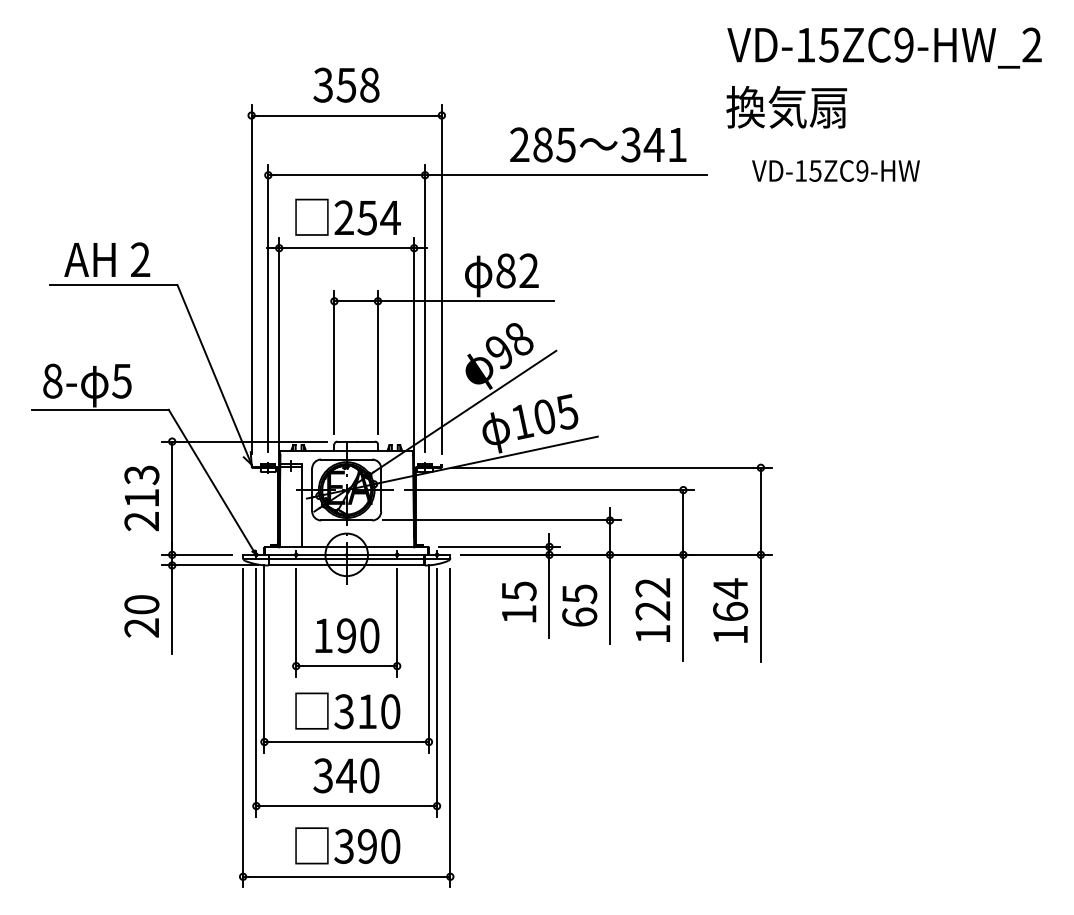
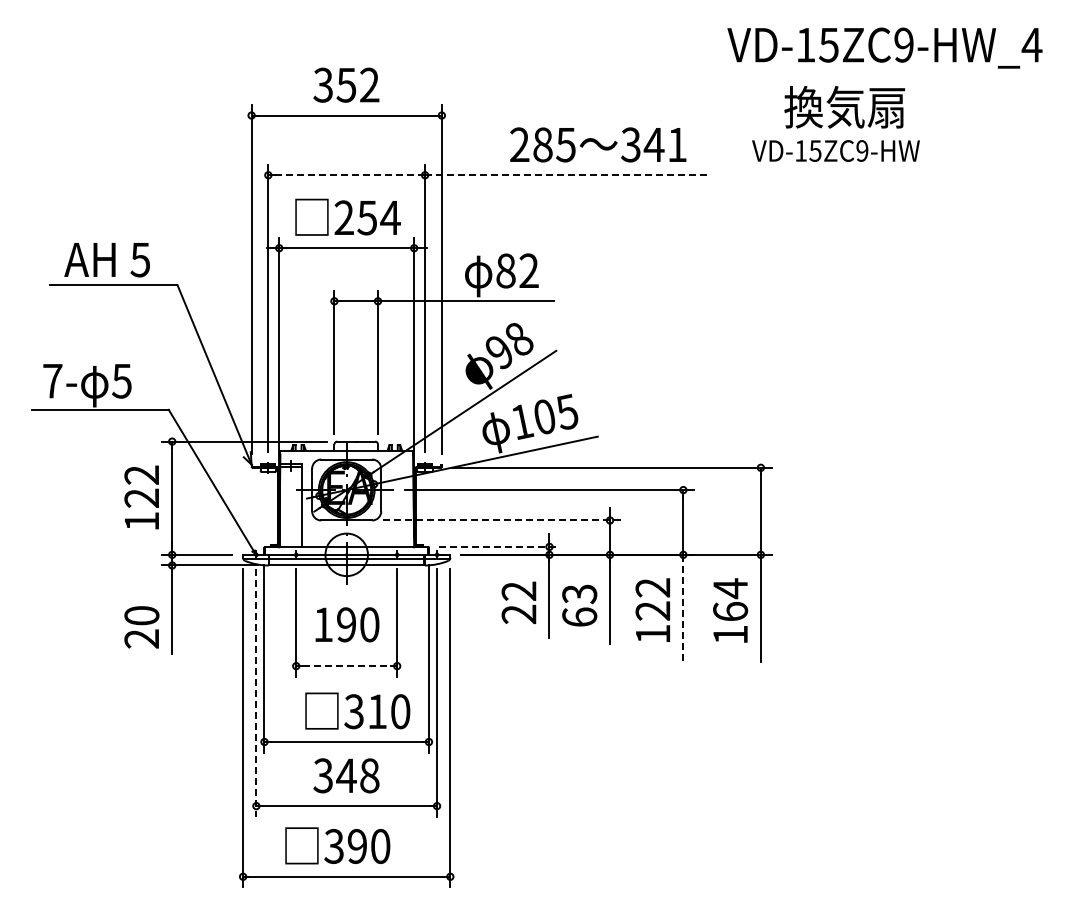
text at (1031, 44): VD-15ZC9-HW_2 -> VD-15ZC9-HW_4
text at (369, 84): 358 -> 352
text at (786, 107) position: (786, 107) -> (844, 107)
text at (835, 170) position: (835, 170) -> (835, 150)
line at (346, 175): solid -> dashed
line at (566, 175): solid -> dashed
text at (140, 259): 2 -> 5
text at (52, 380): 8- -> 7-
text at (141, 498): 213 -> 122
line at (501, 520): solid -> dashed
line at (499, 546): solid -> dashed
text at (579, 593): 65 -> 63
text at (518, 602): 15 -> 22
line at (683, 607): solid -> dashed
text at (141, 616) position: (141, 616) -> (141, 627)
text at (347, 635) position: (347, 635) -> (347, 624)
line at (347, 666): solid -> dashed
line at (256, 692): solid -> dashed
text at (347, 710) position: (347, 710) -> (357, 710)
text at (369, 775): 340 -> 348
text at (347, 845) position: (347, 845) -> (337, 845)
